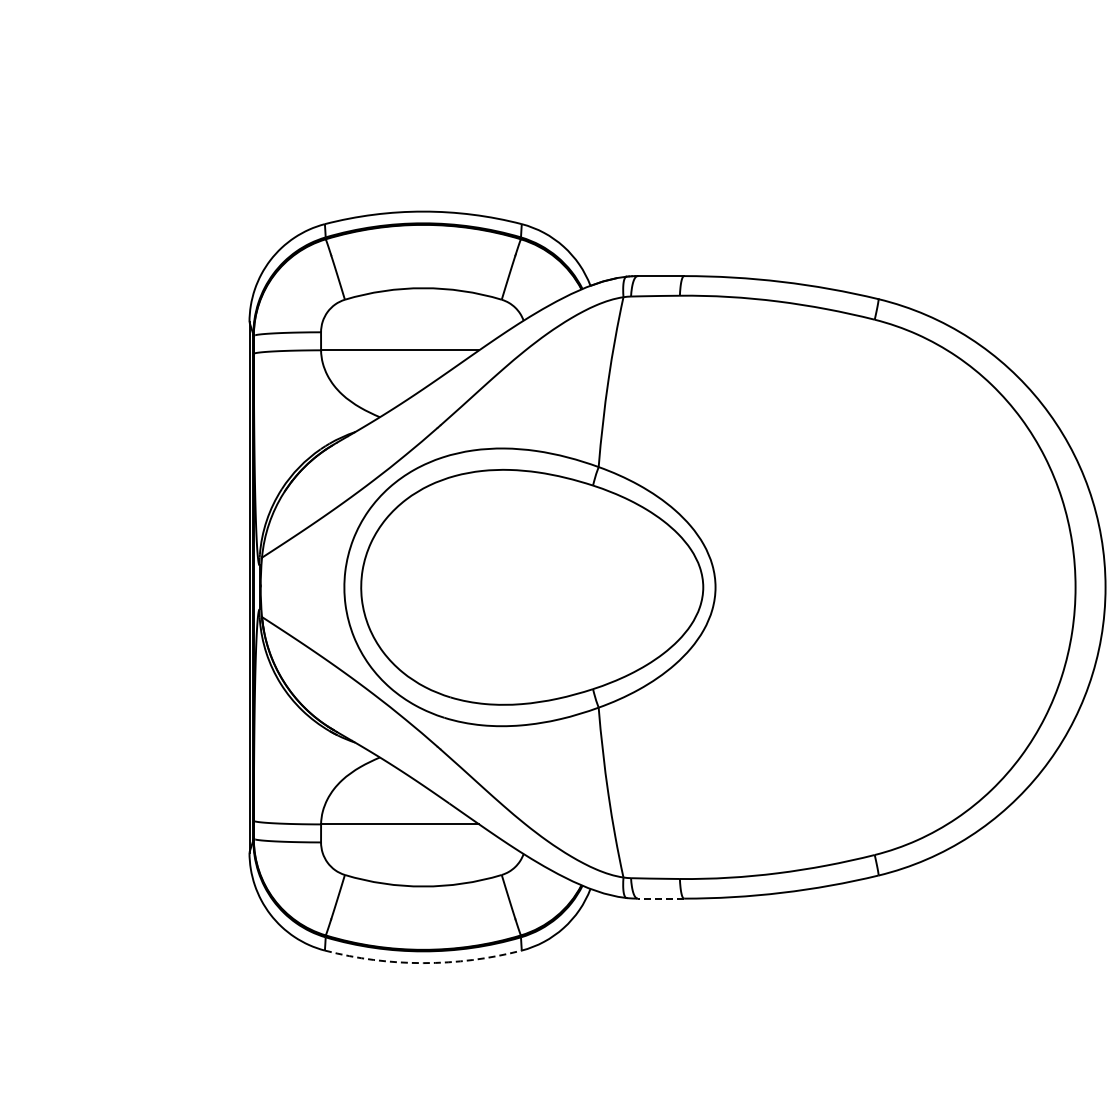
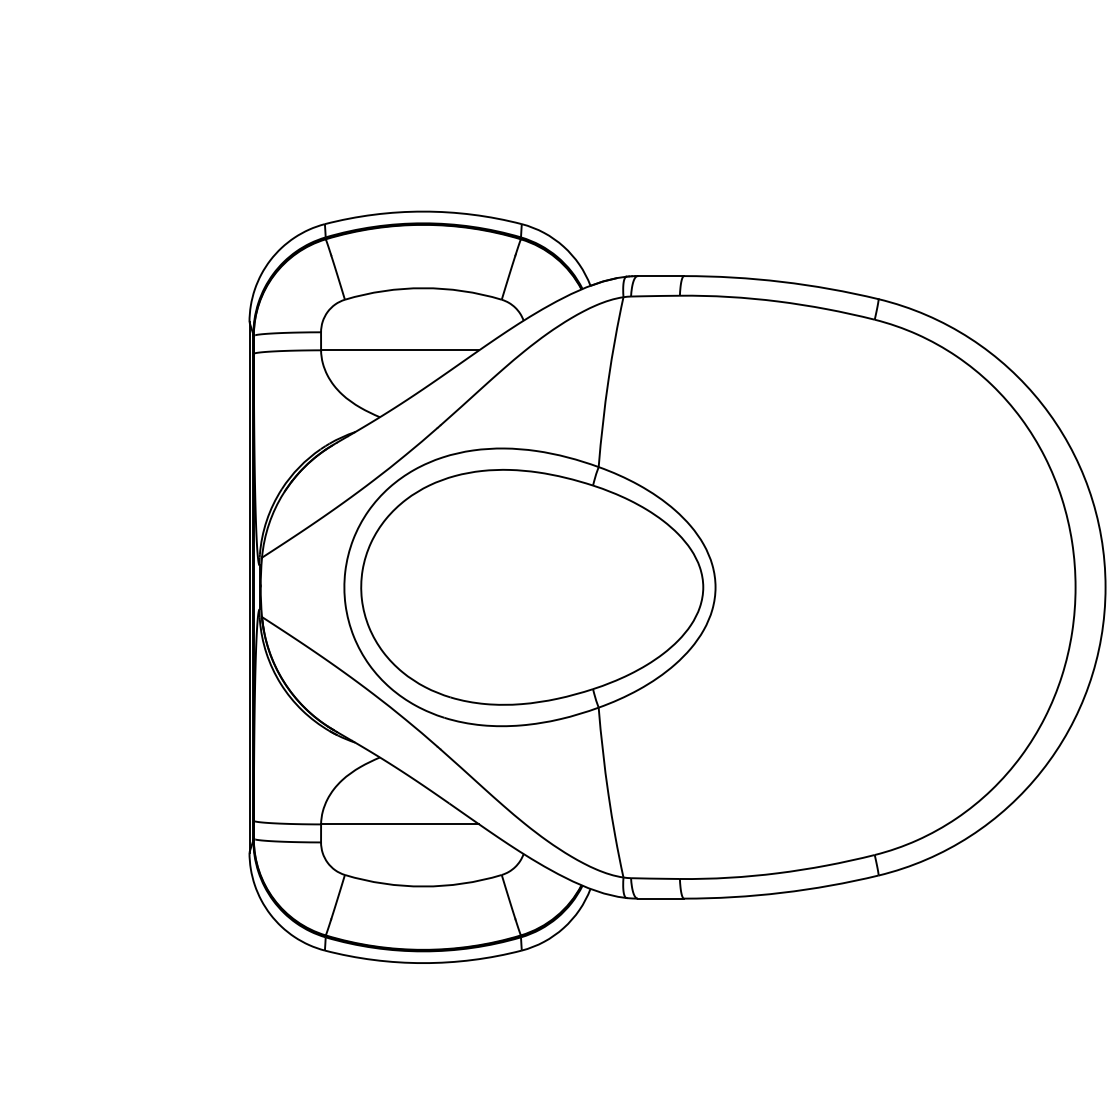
line at (660, 898): dashed -> solid
arc at (423, 963): dashed -> solid
